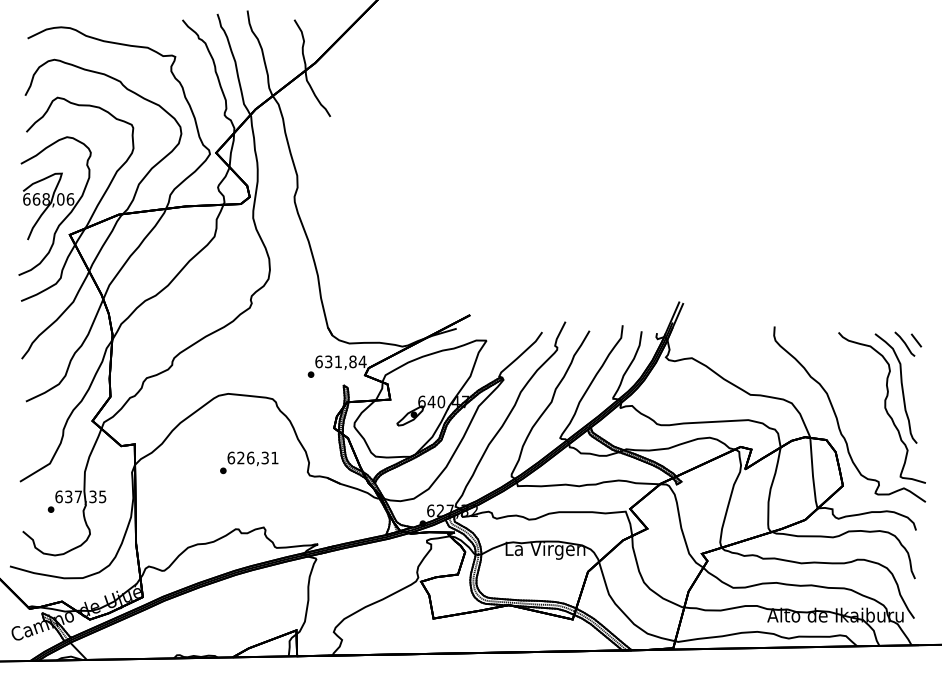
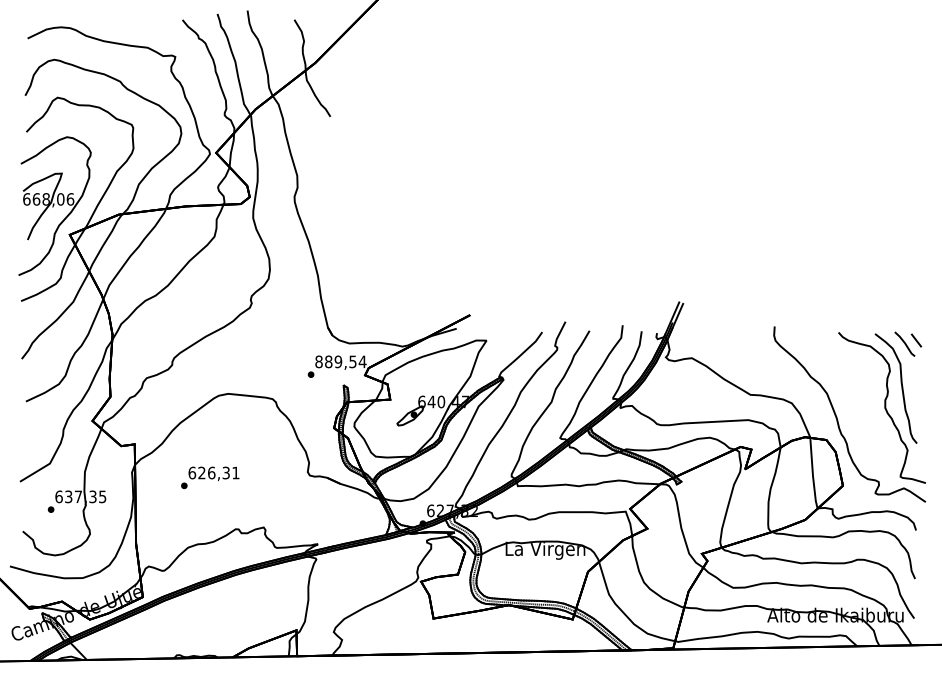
text at (335, 361): 631,84 -> 889,54
text at (249, 462) position: (249, 462) -> (210, 477)
